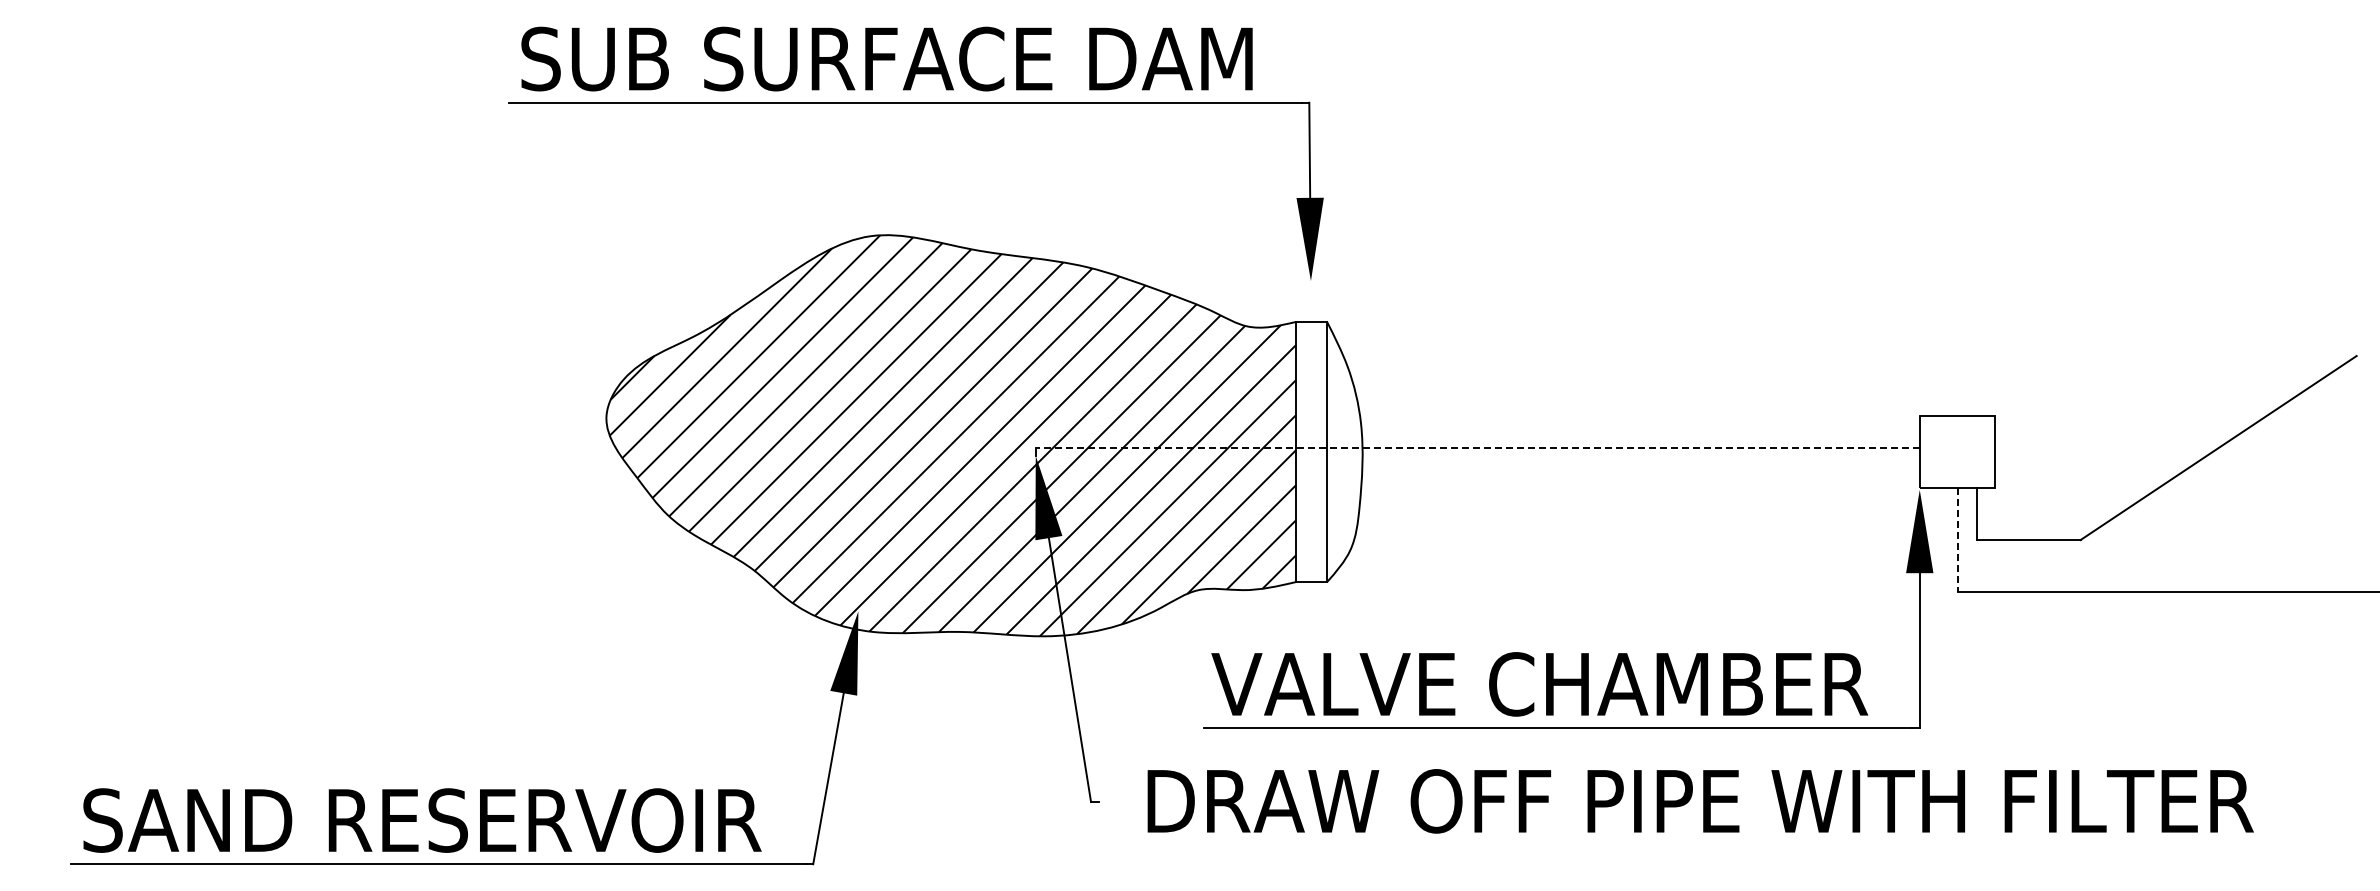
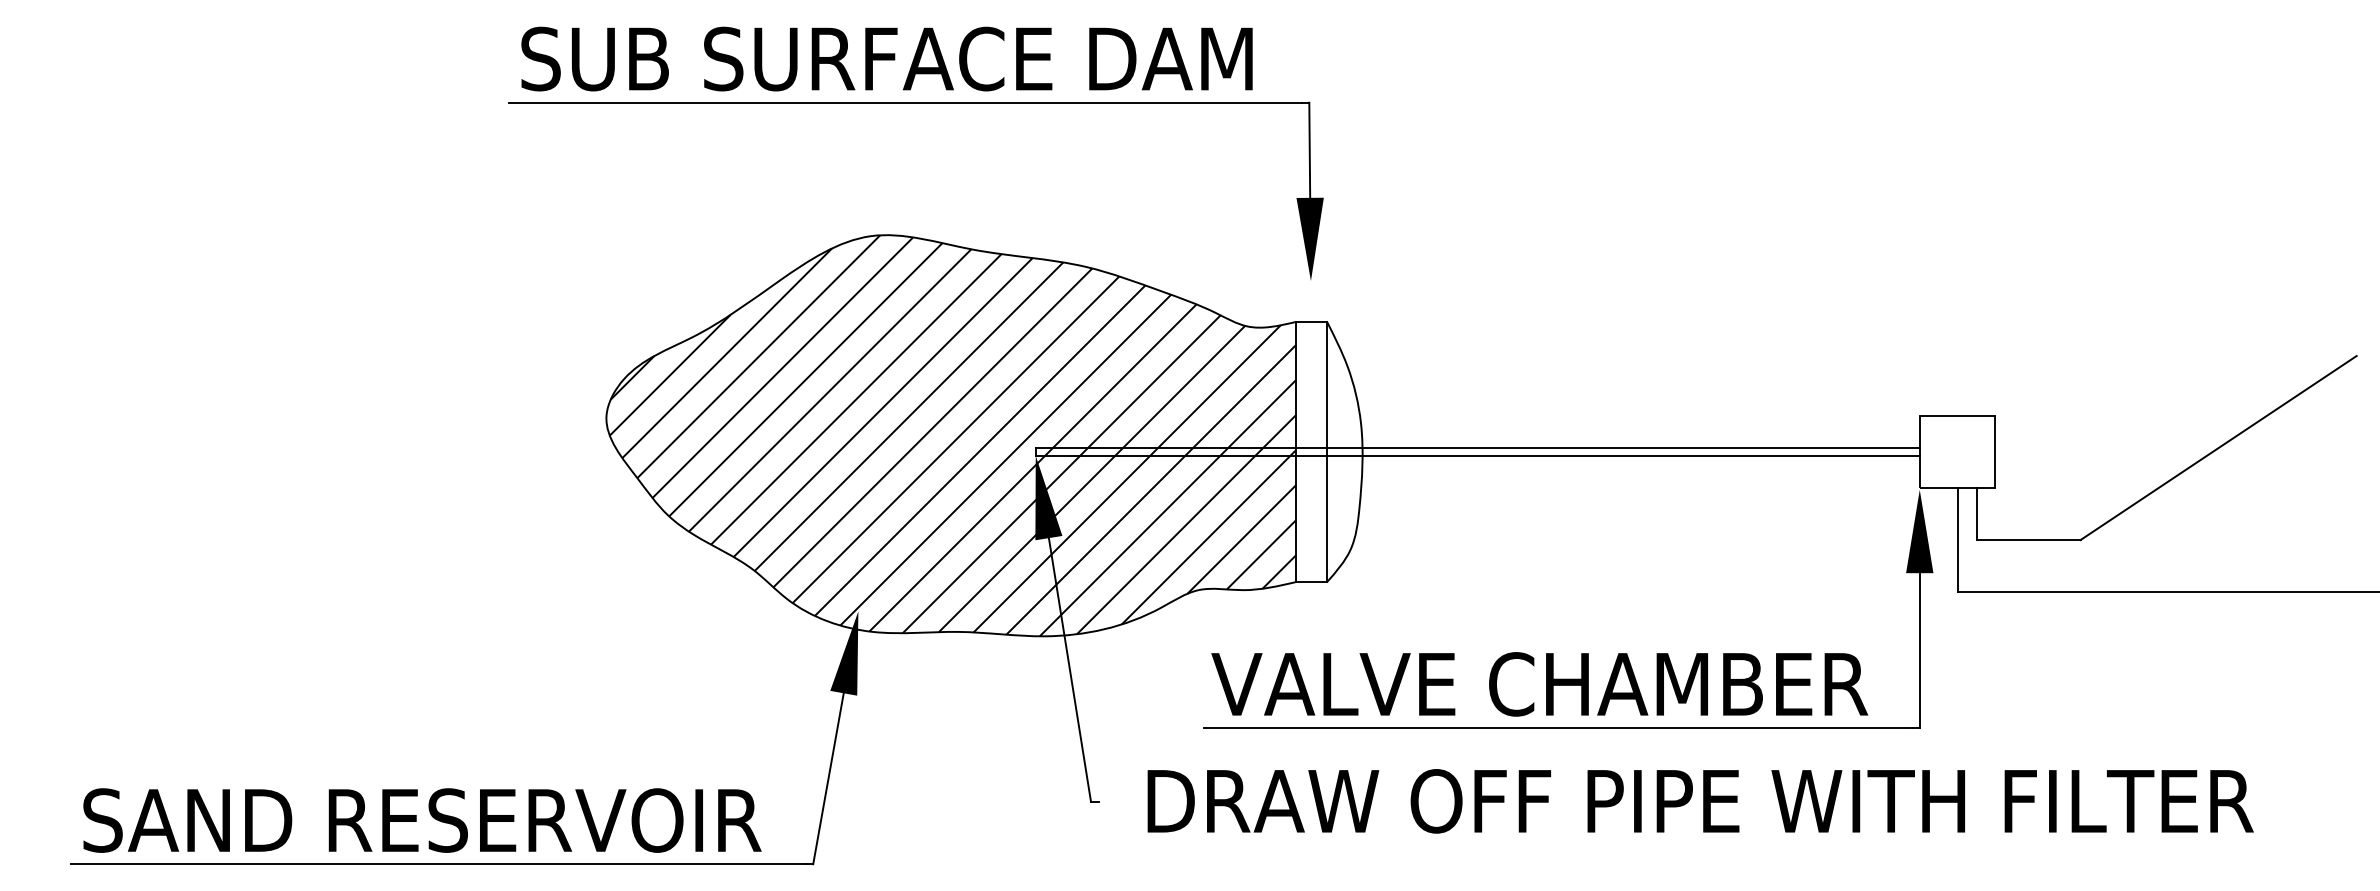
line at (1477, 448): dashed -> solid
line at (1477, 455): none -> present
line at (1957, 540): dashed -> solid
